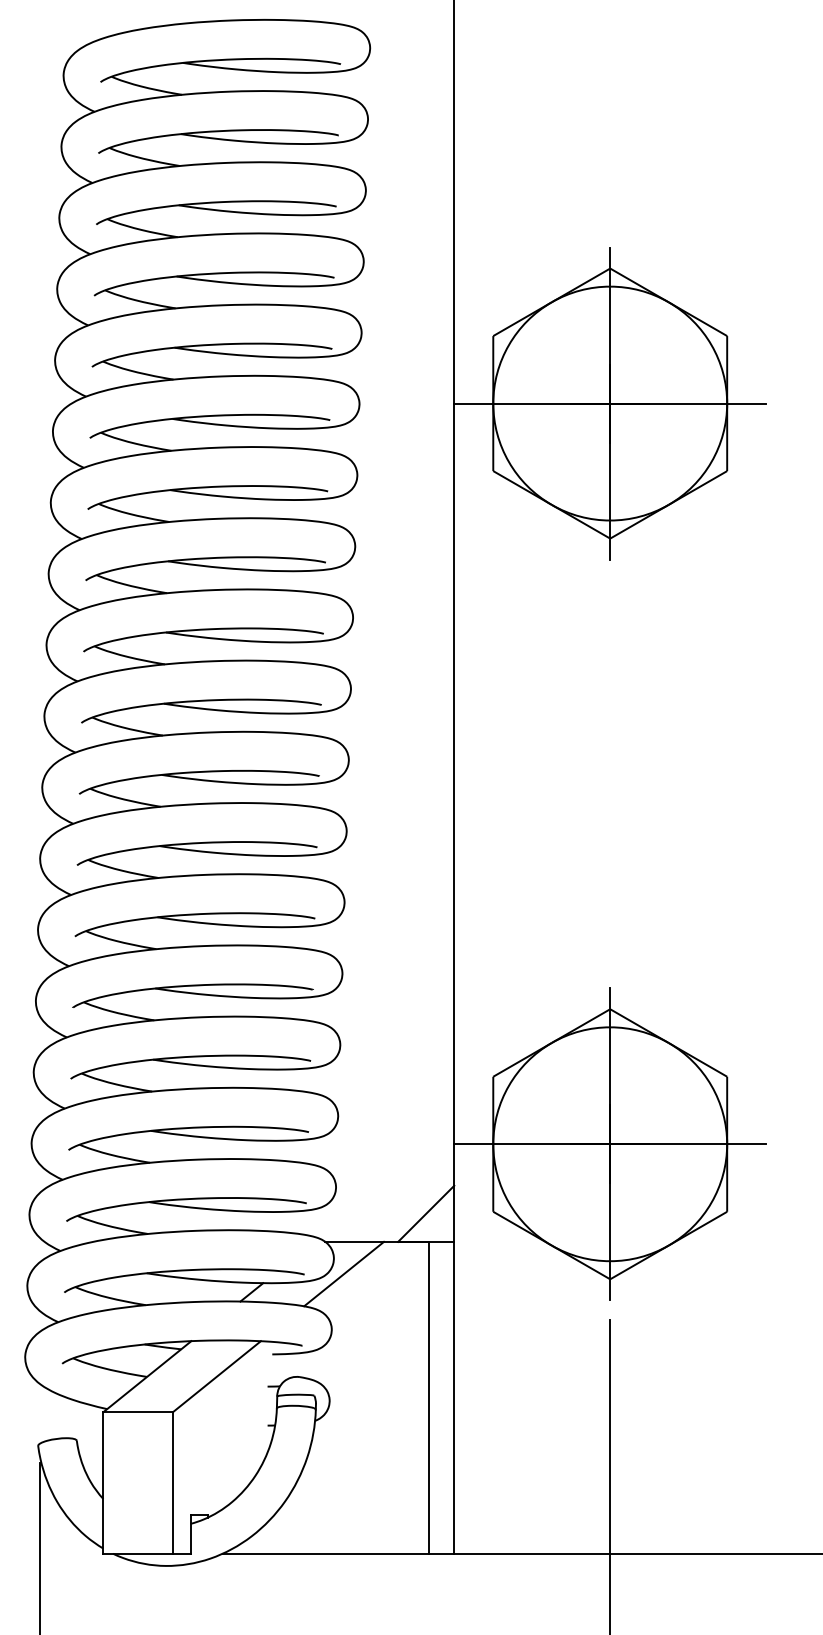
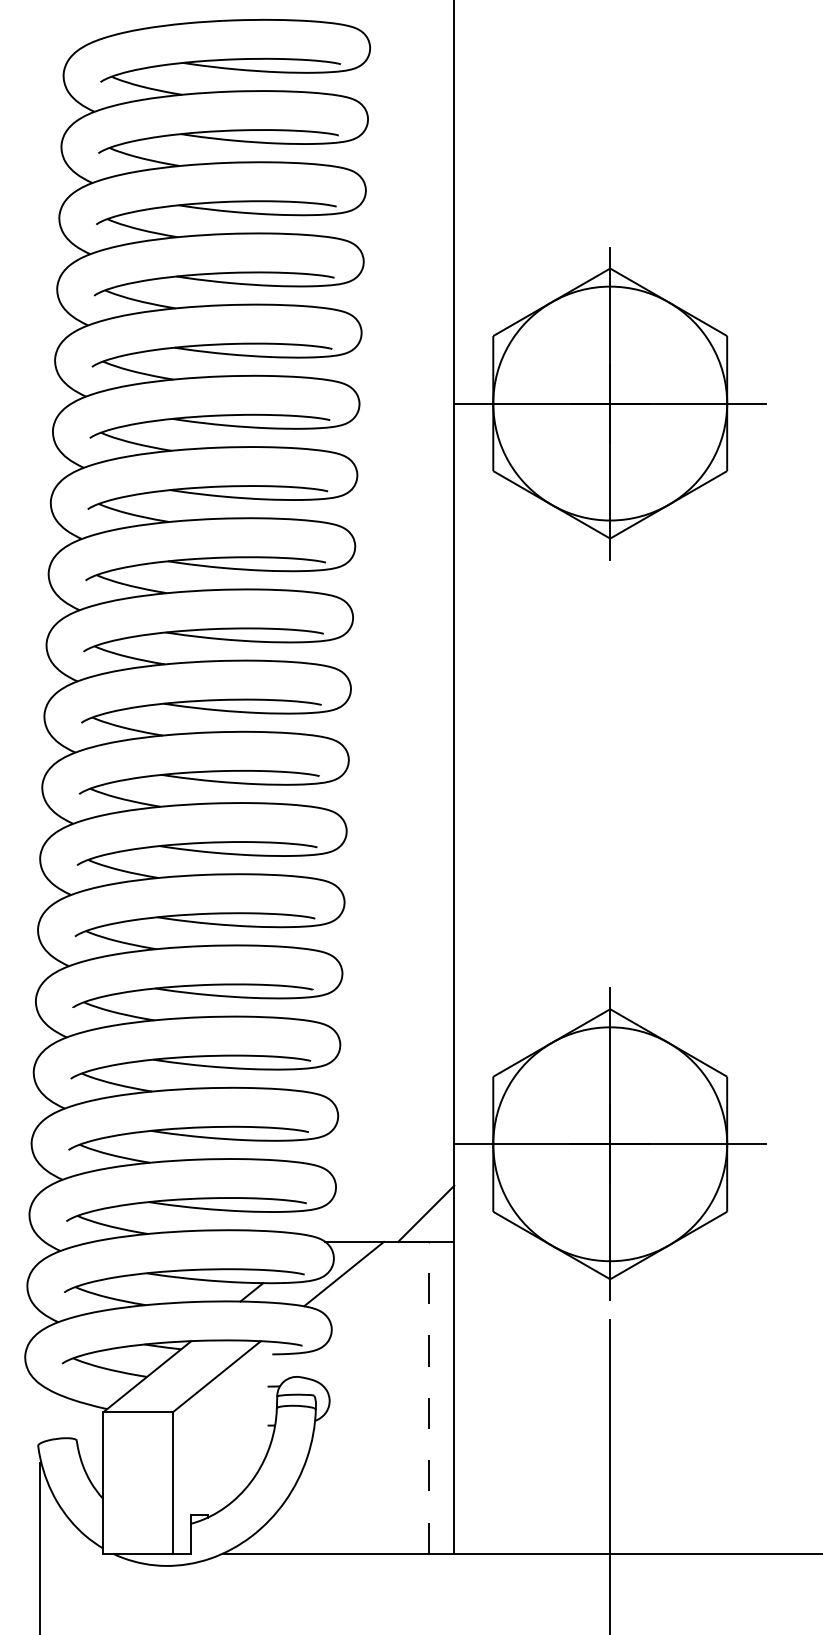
line at (428, 1397): solid -> dashed
